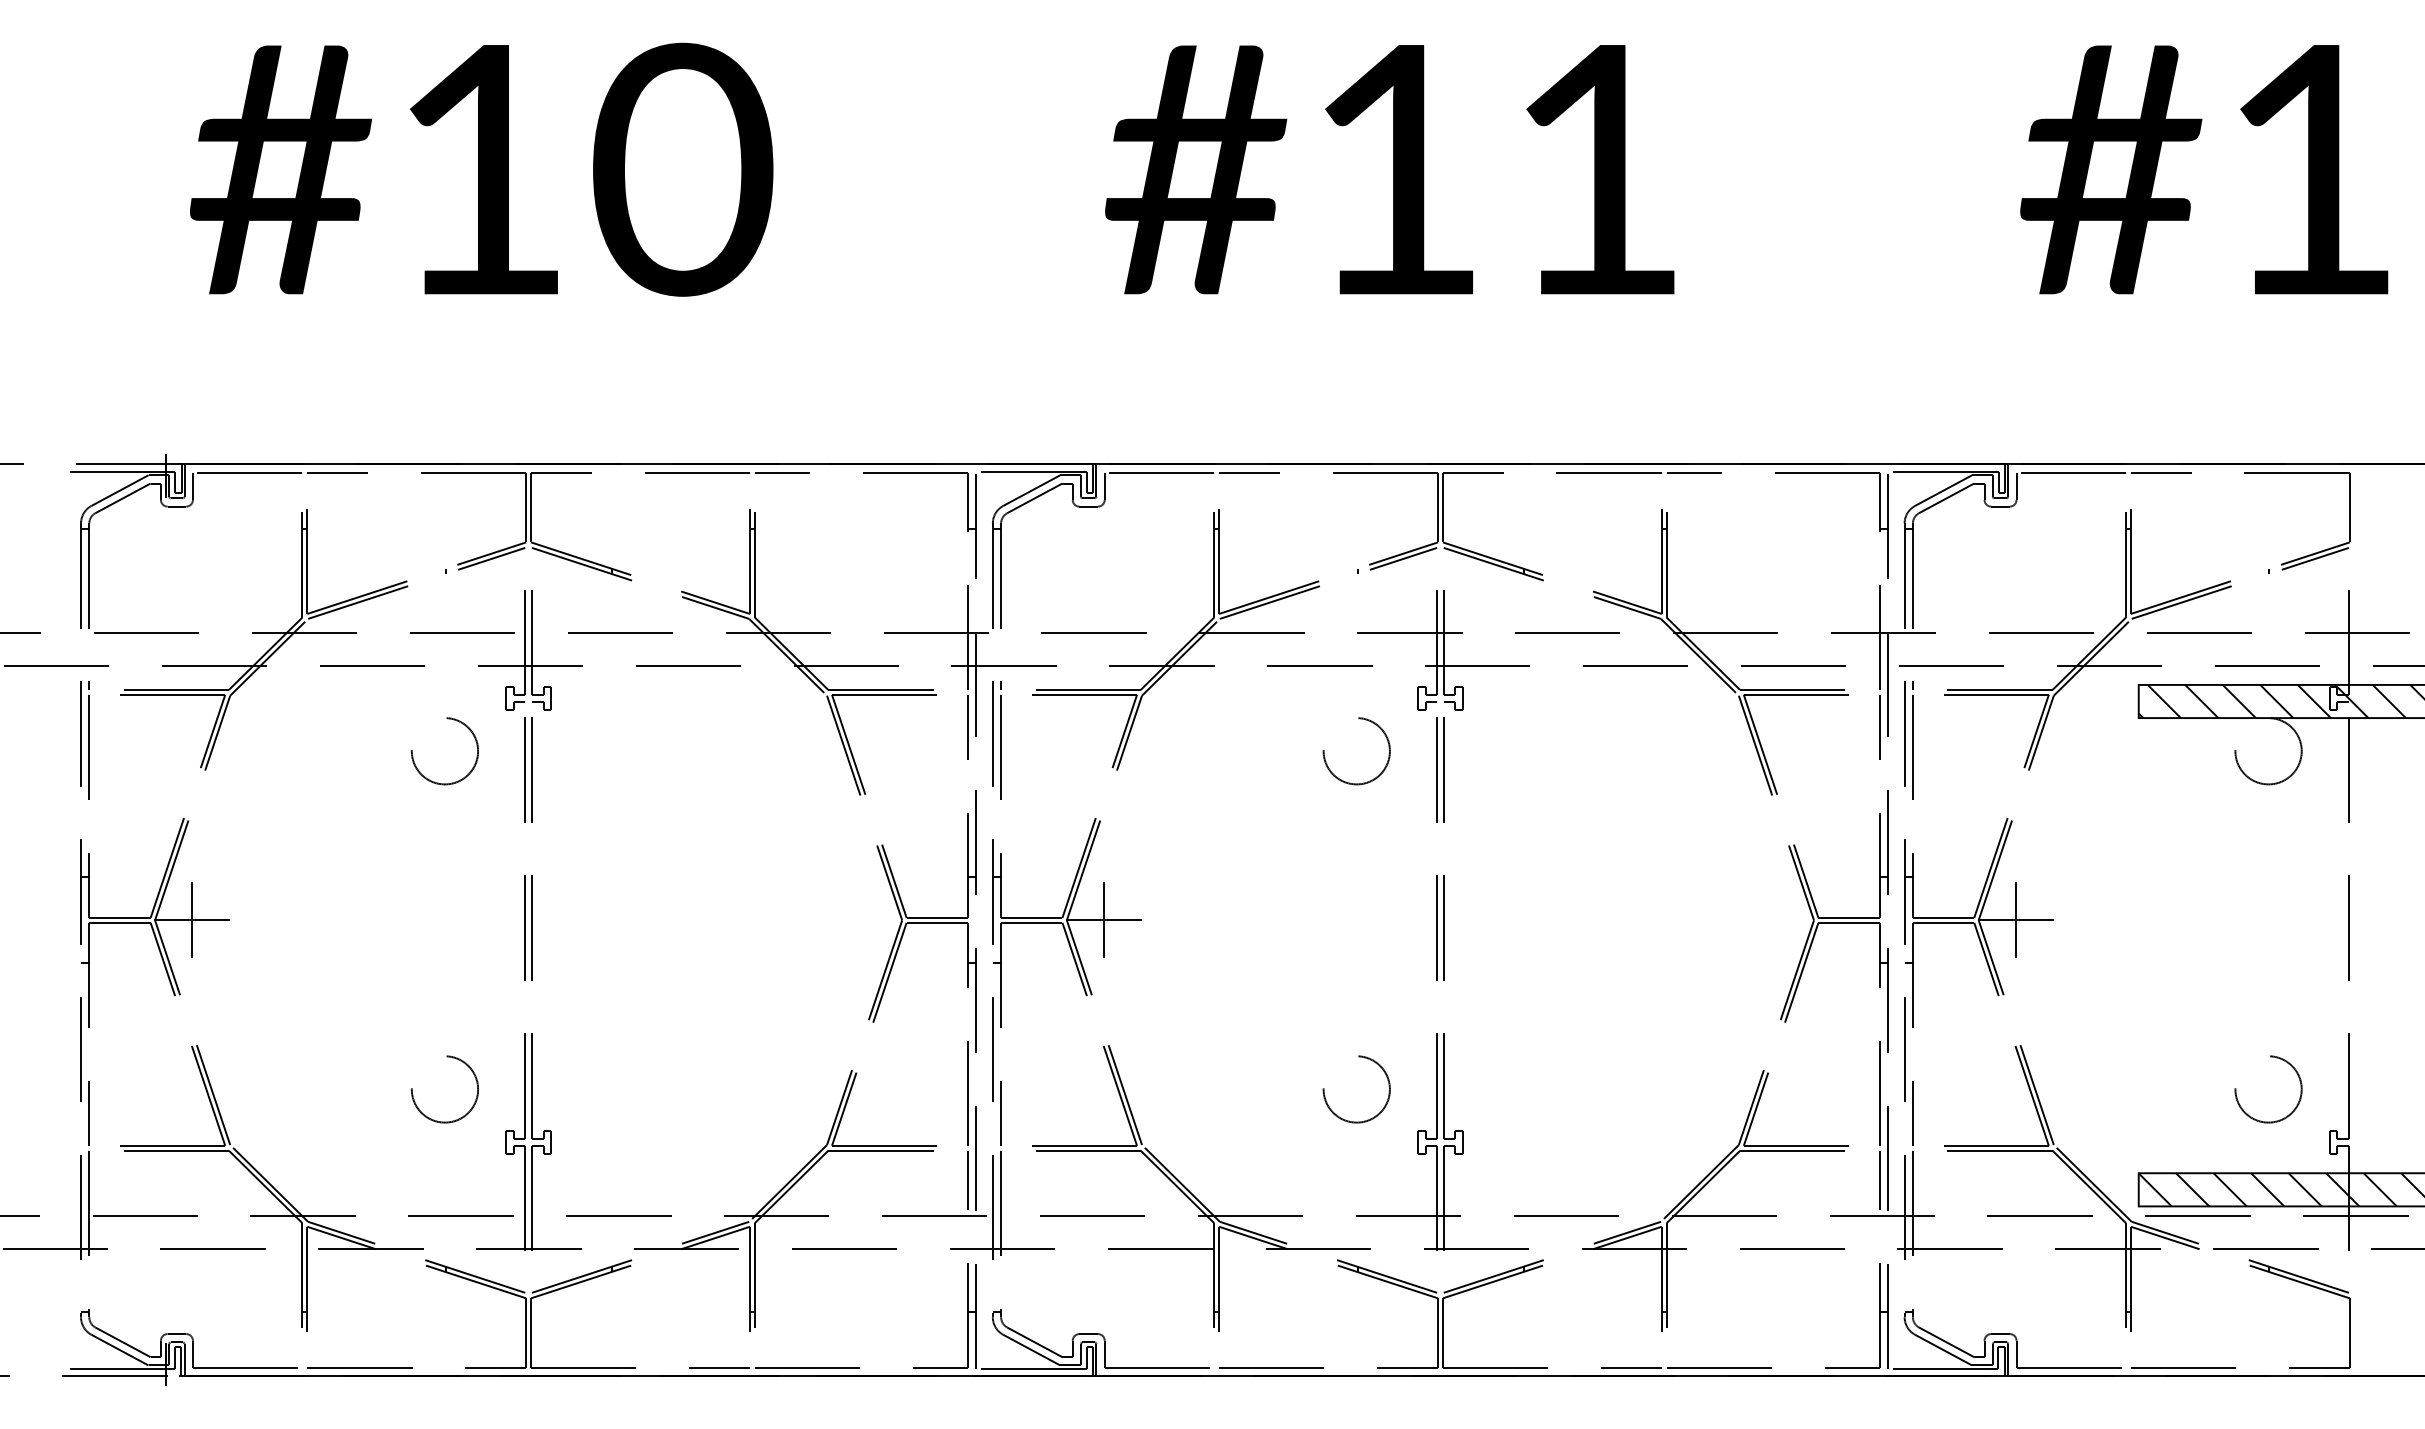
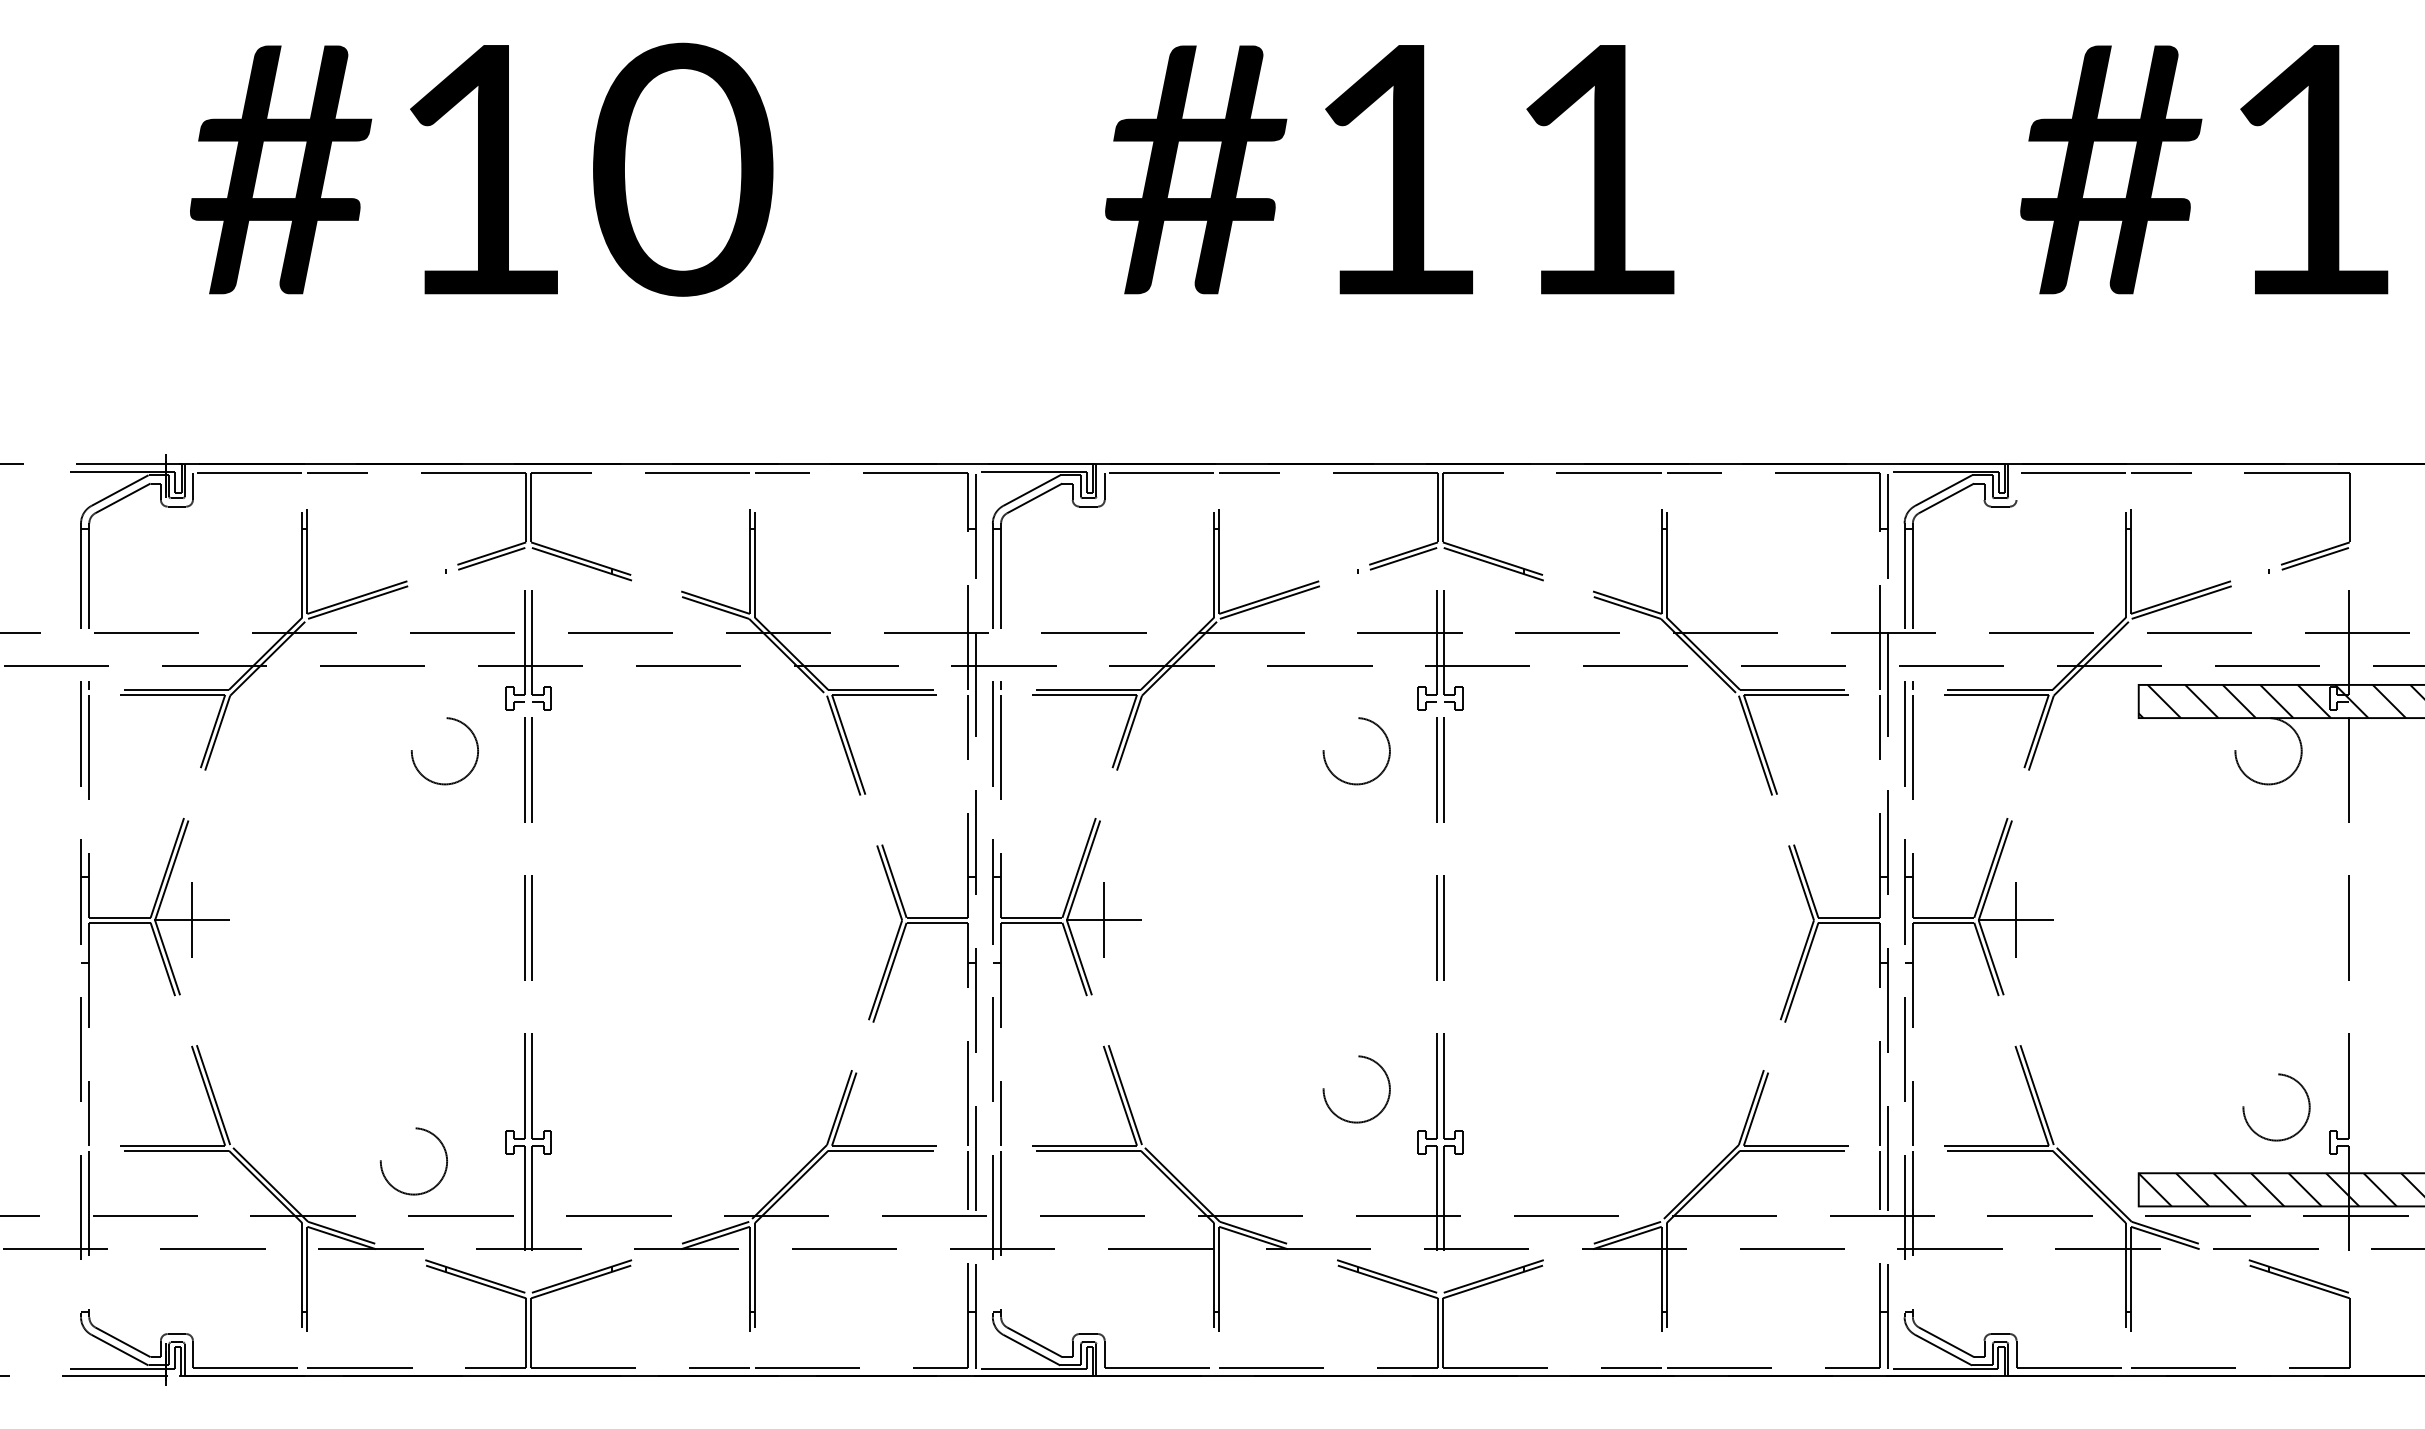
line at (2016, 486): present -> none
circle at (444, 1089) position: (444, 1089) -> (413, 1161)
circle at (2268, 1089) position: (2268, 1089) -> (2276, 1107)
